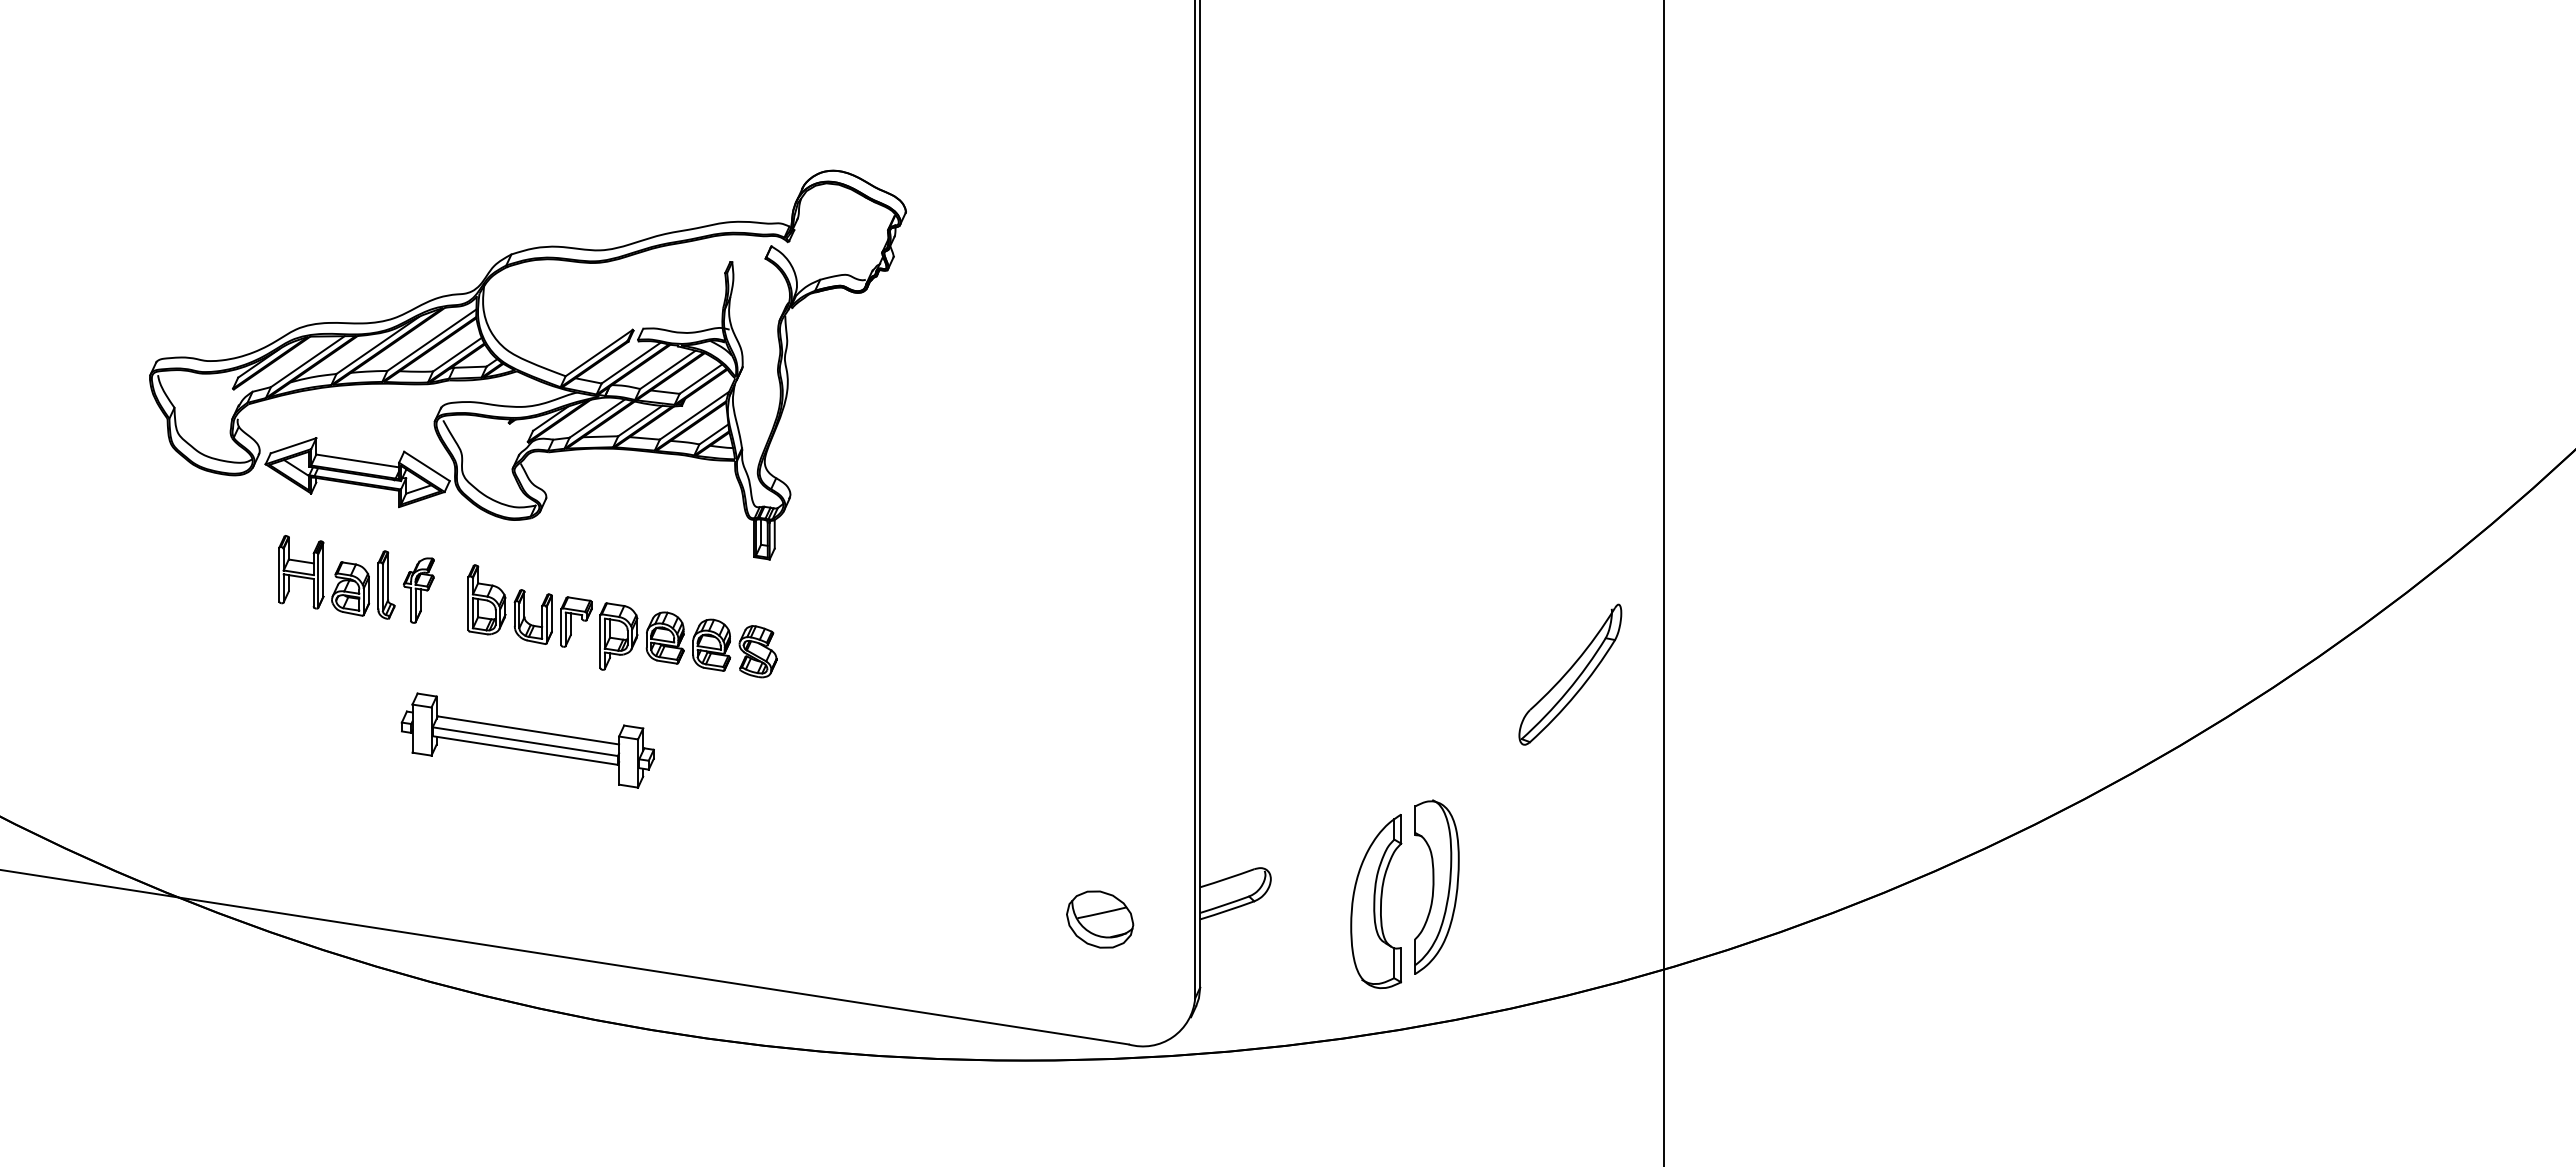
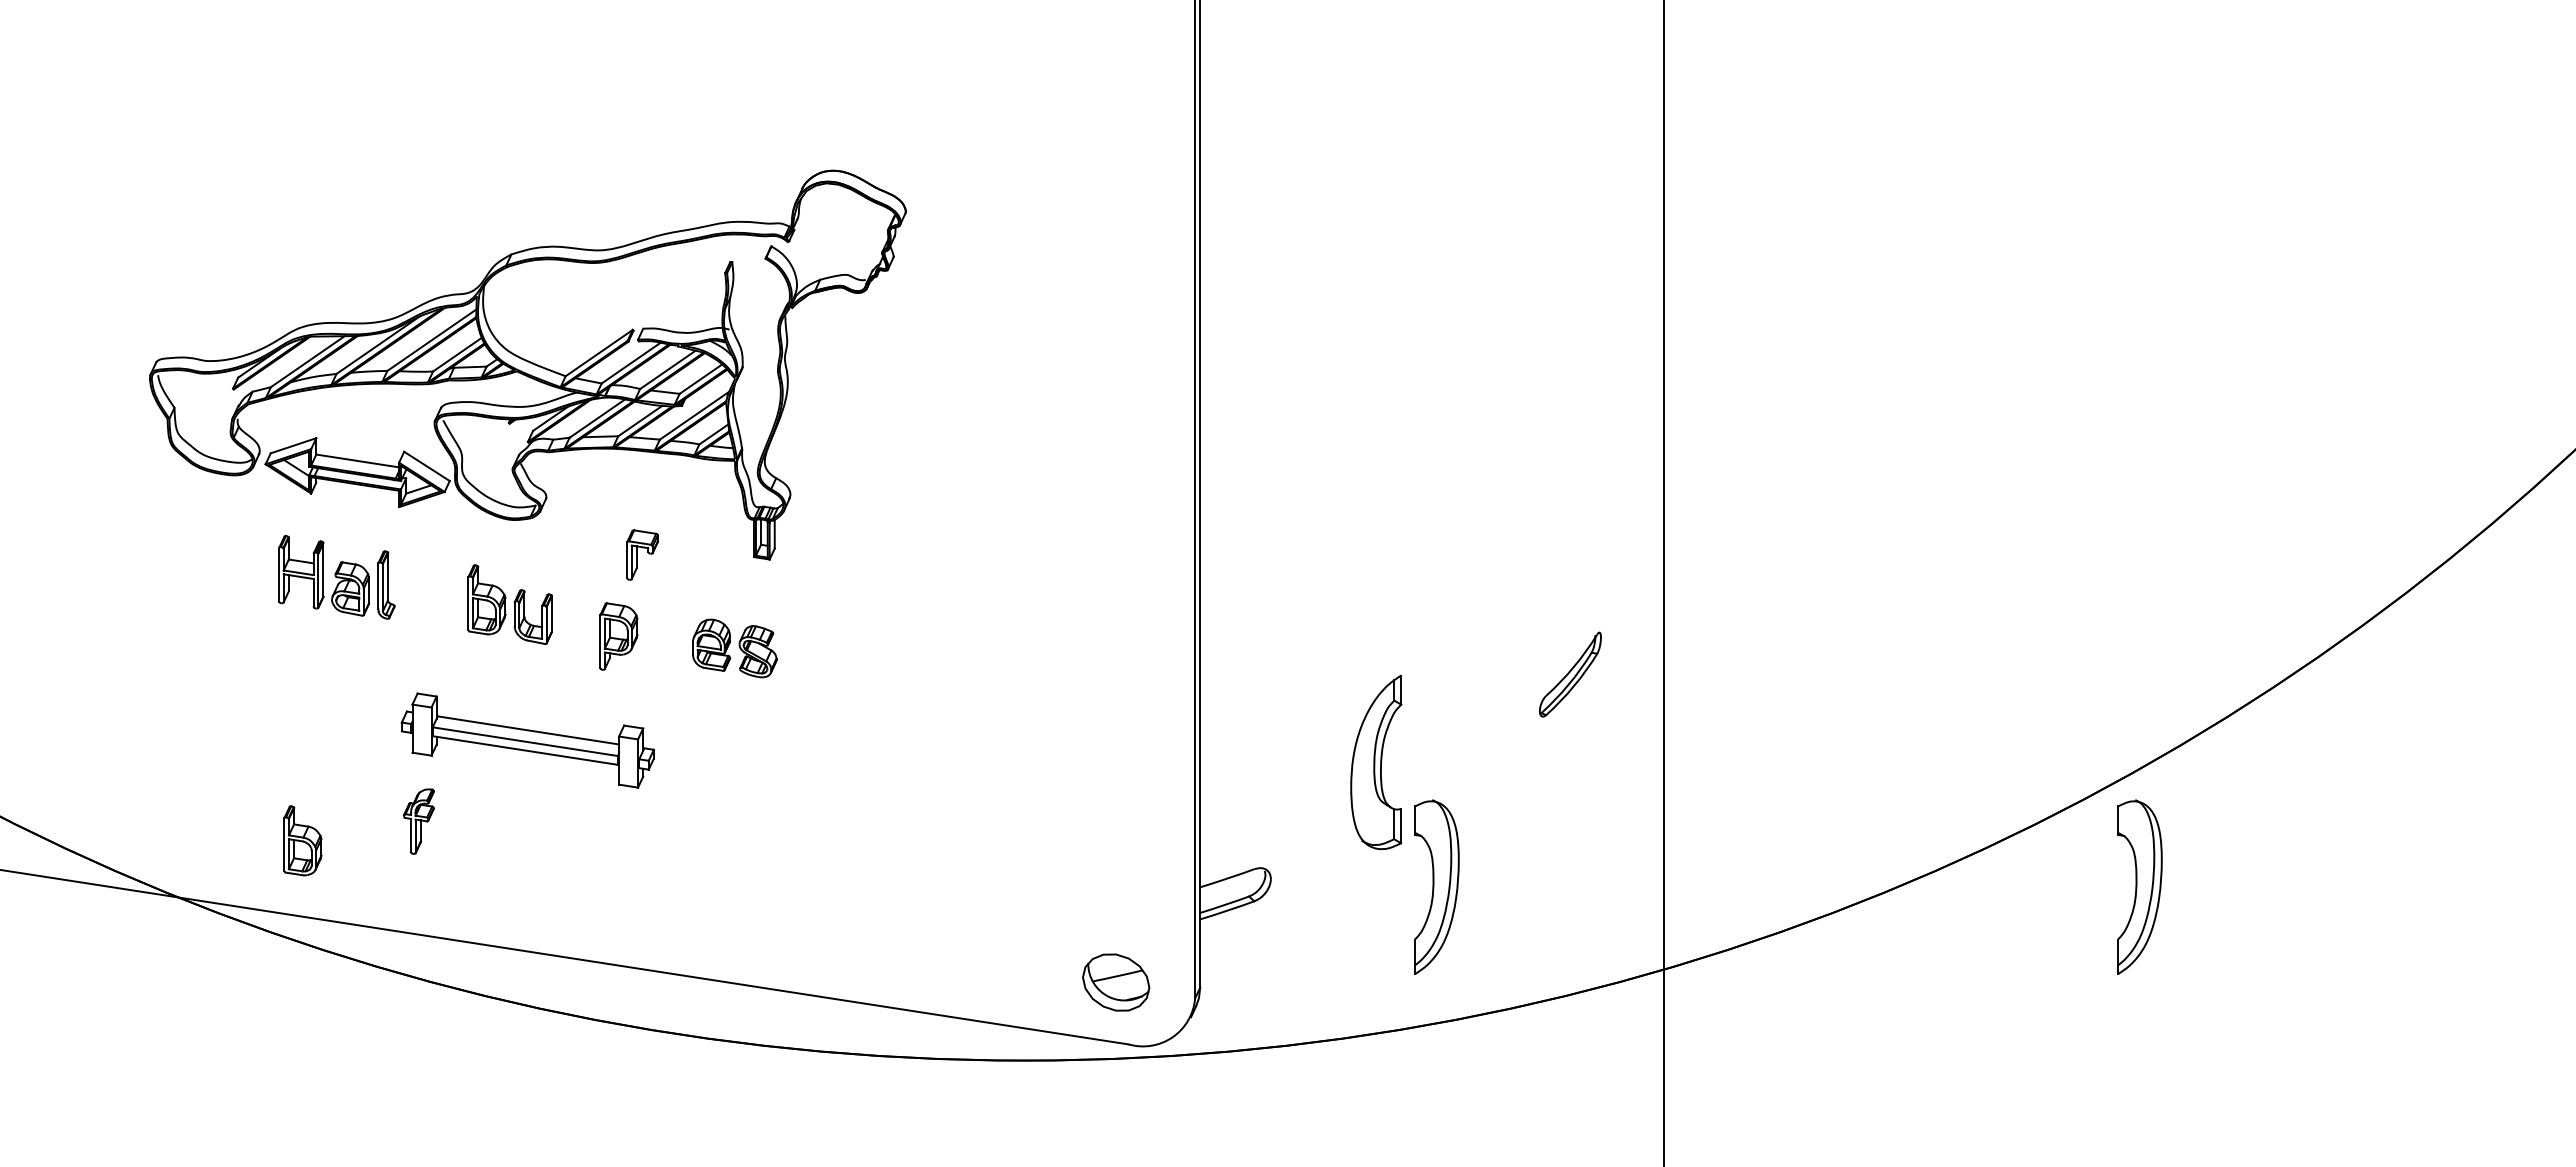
part at (418, 590) position: (418, 590) -> (418, 821)
part at (576, 621) position: (576, 621) -> (642, 554)
part at (664, 637): present -> none
part at (1570, 674) size: 105x143 px -> 63x87 px
part at (302, 840): none -> present
part at (2139, 886): none -> present
part at (1376, 901) position: (1376, 901) -> (1376, 762)
part at (1100, 919) position: (1100, 919) -> (1116, 982)
